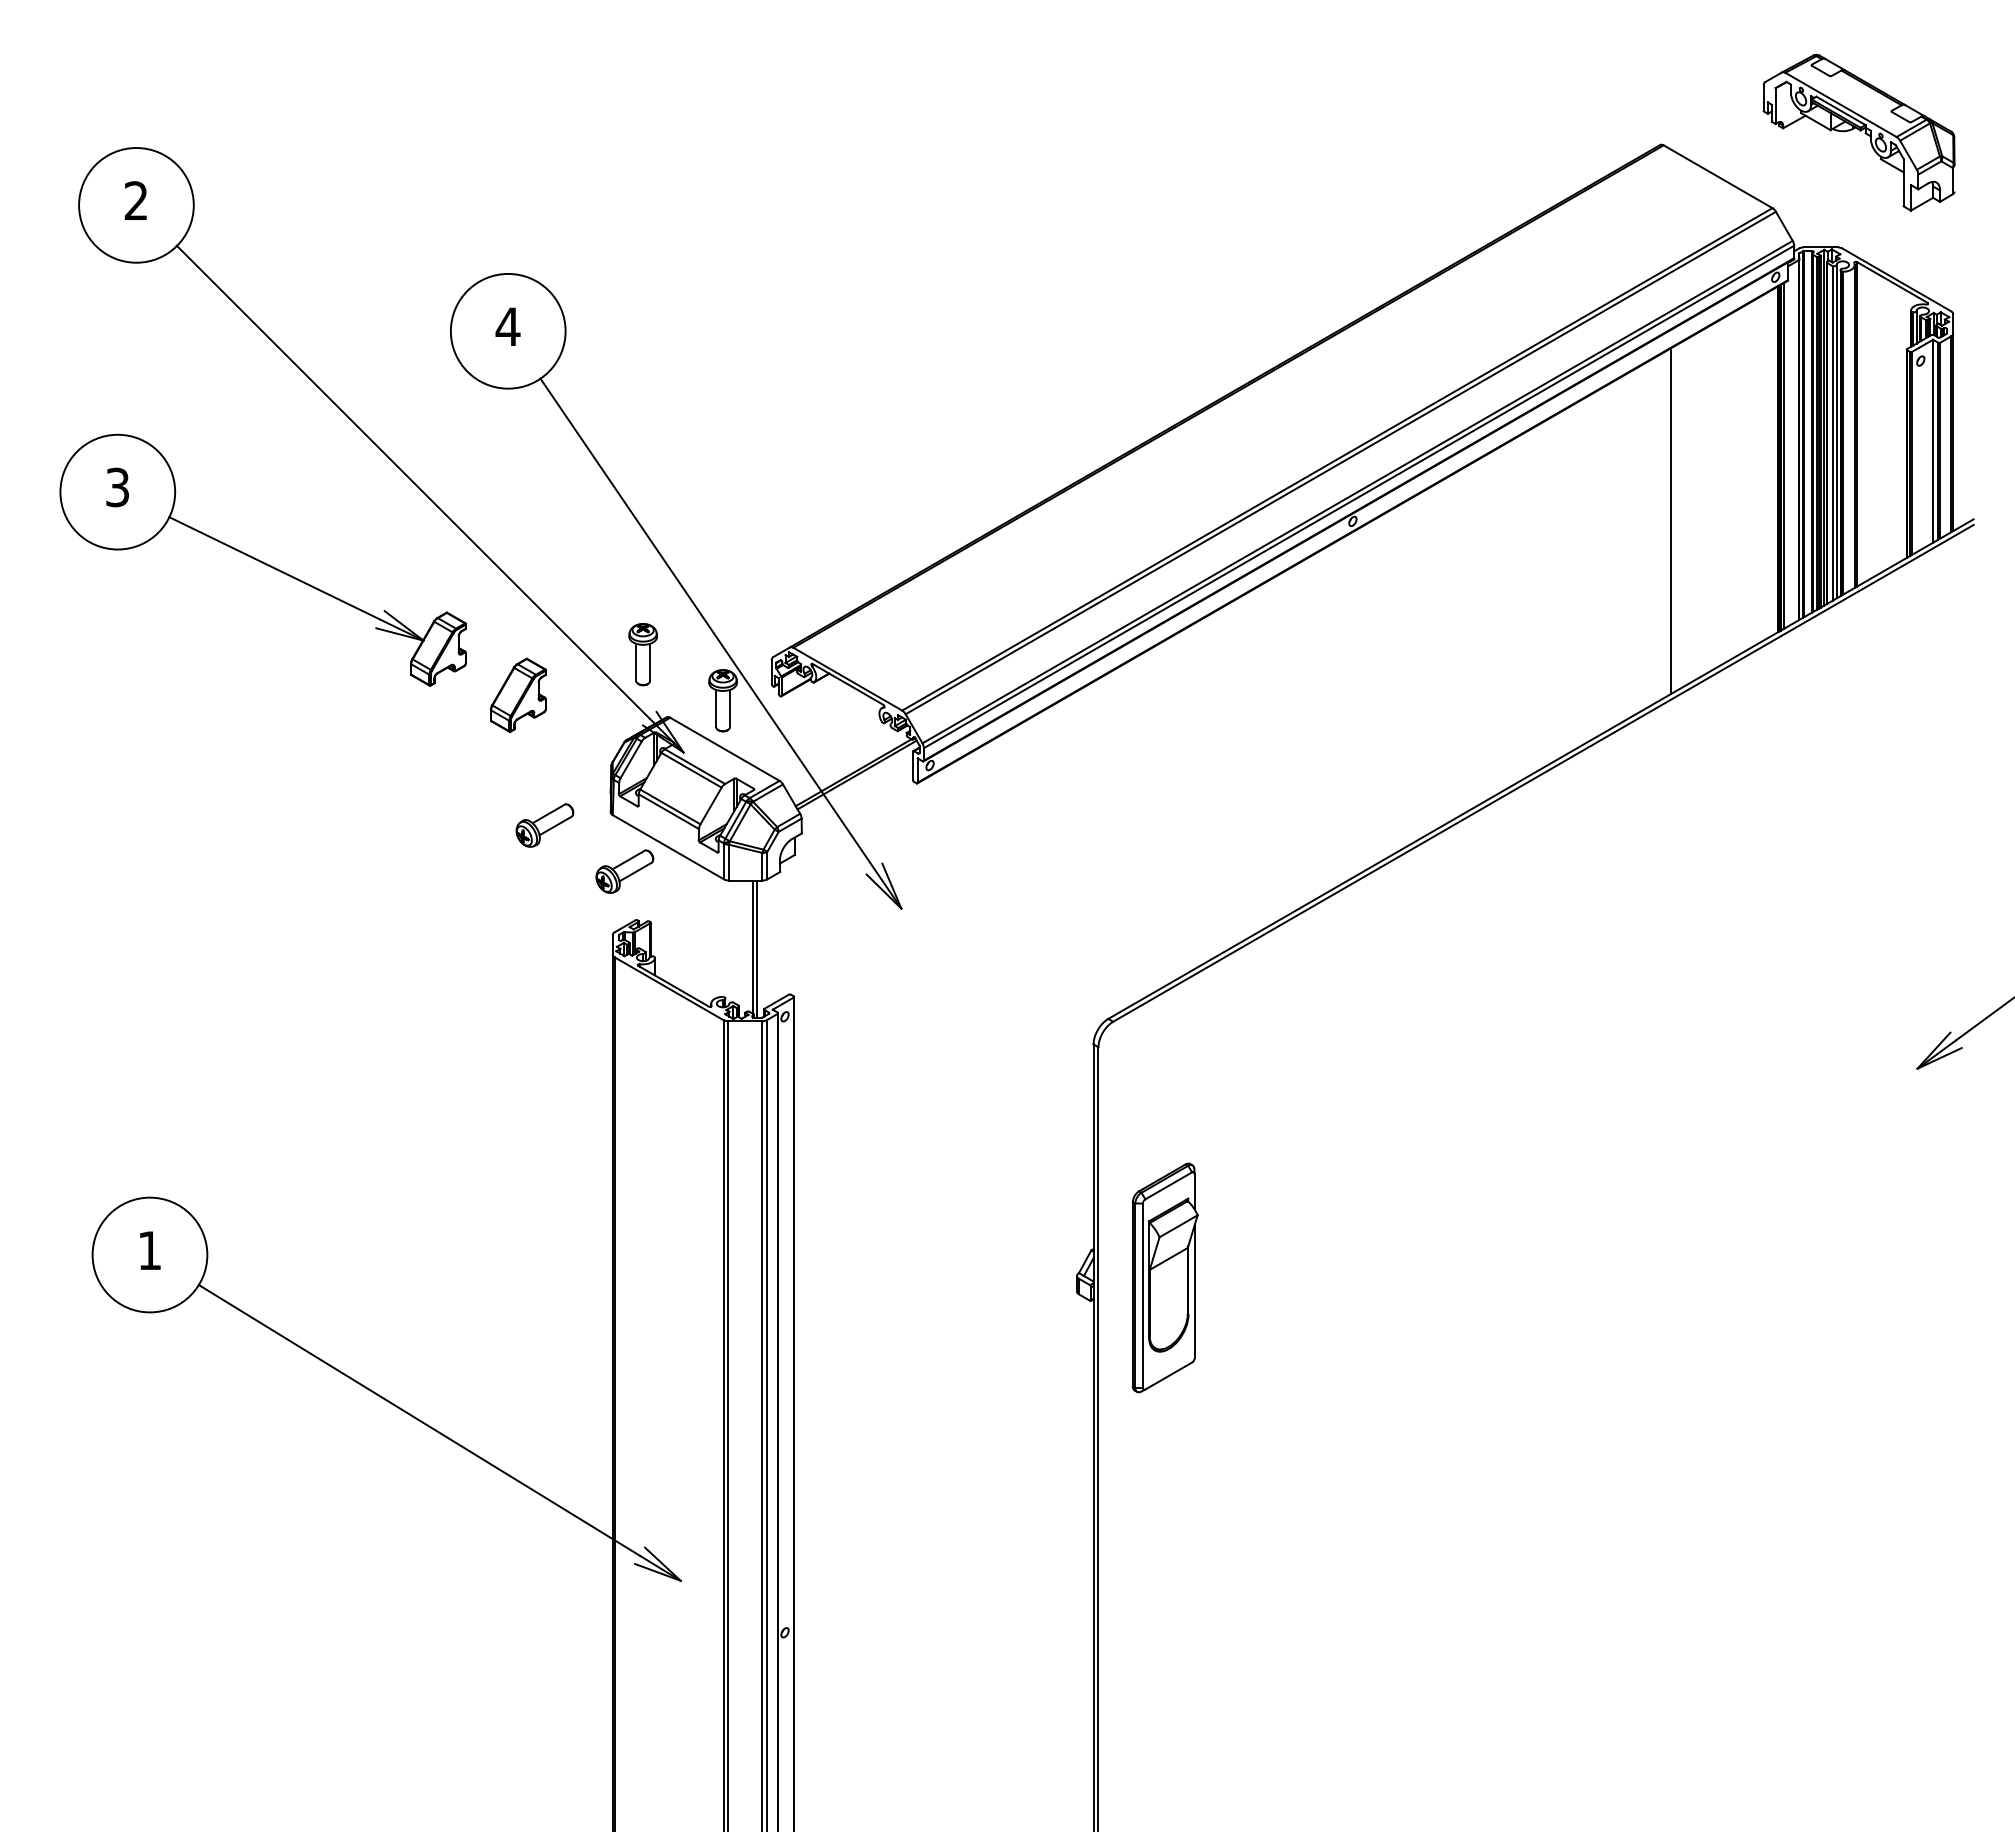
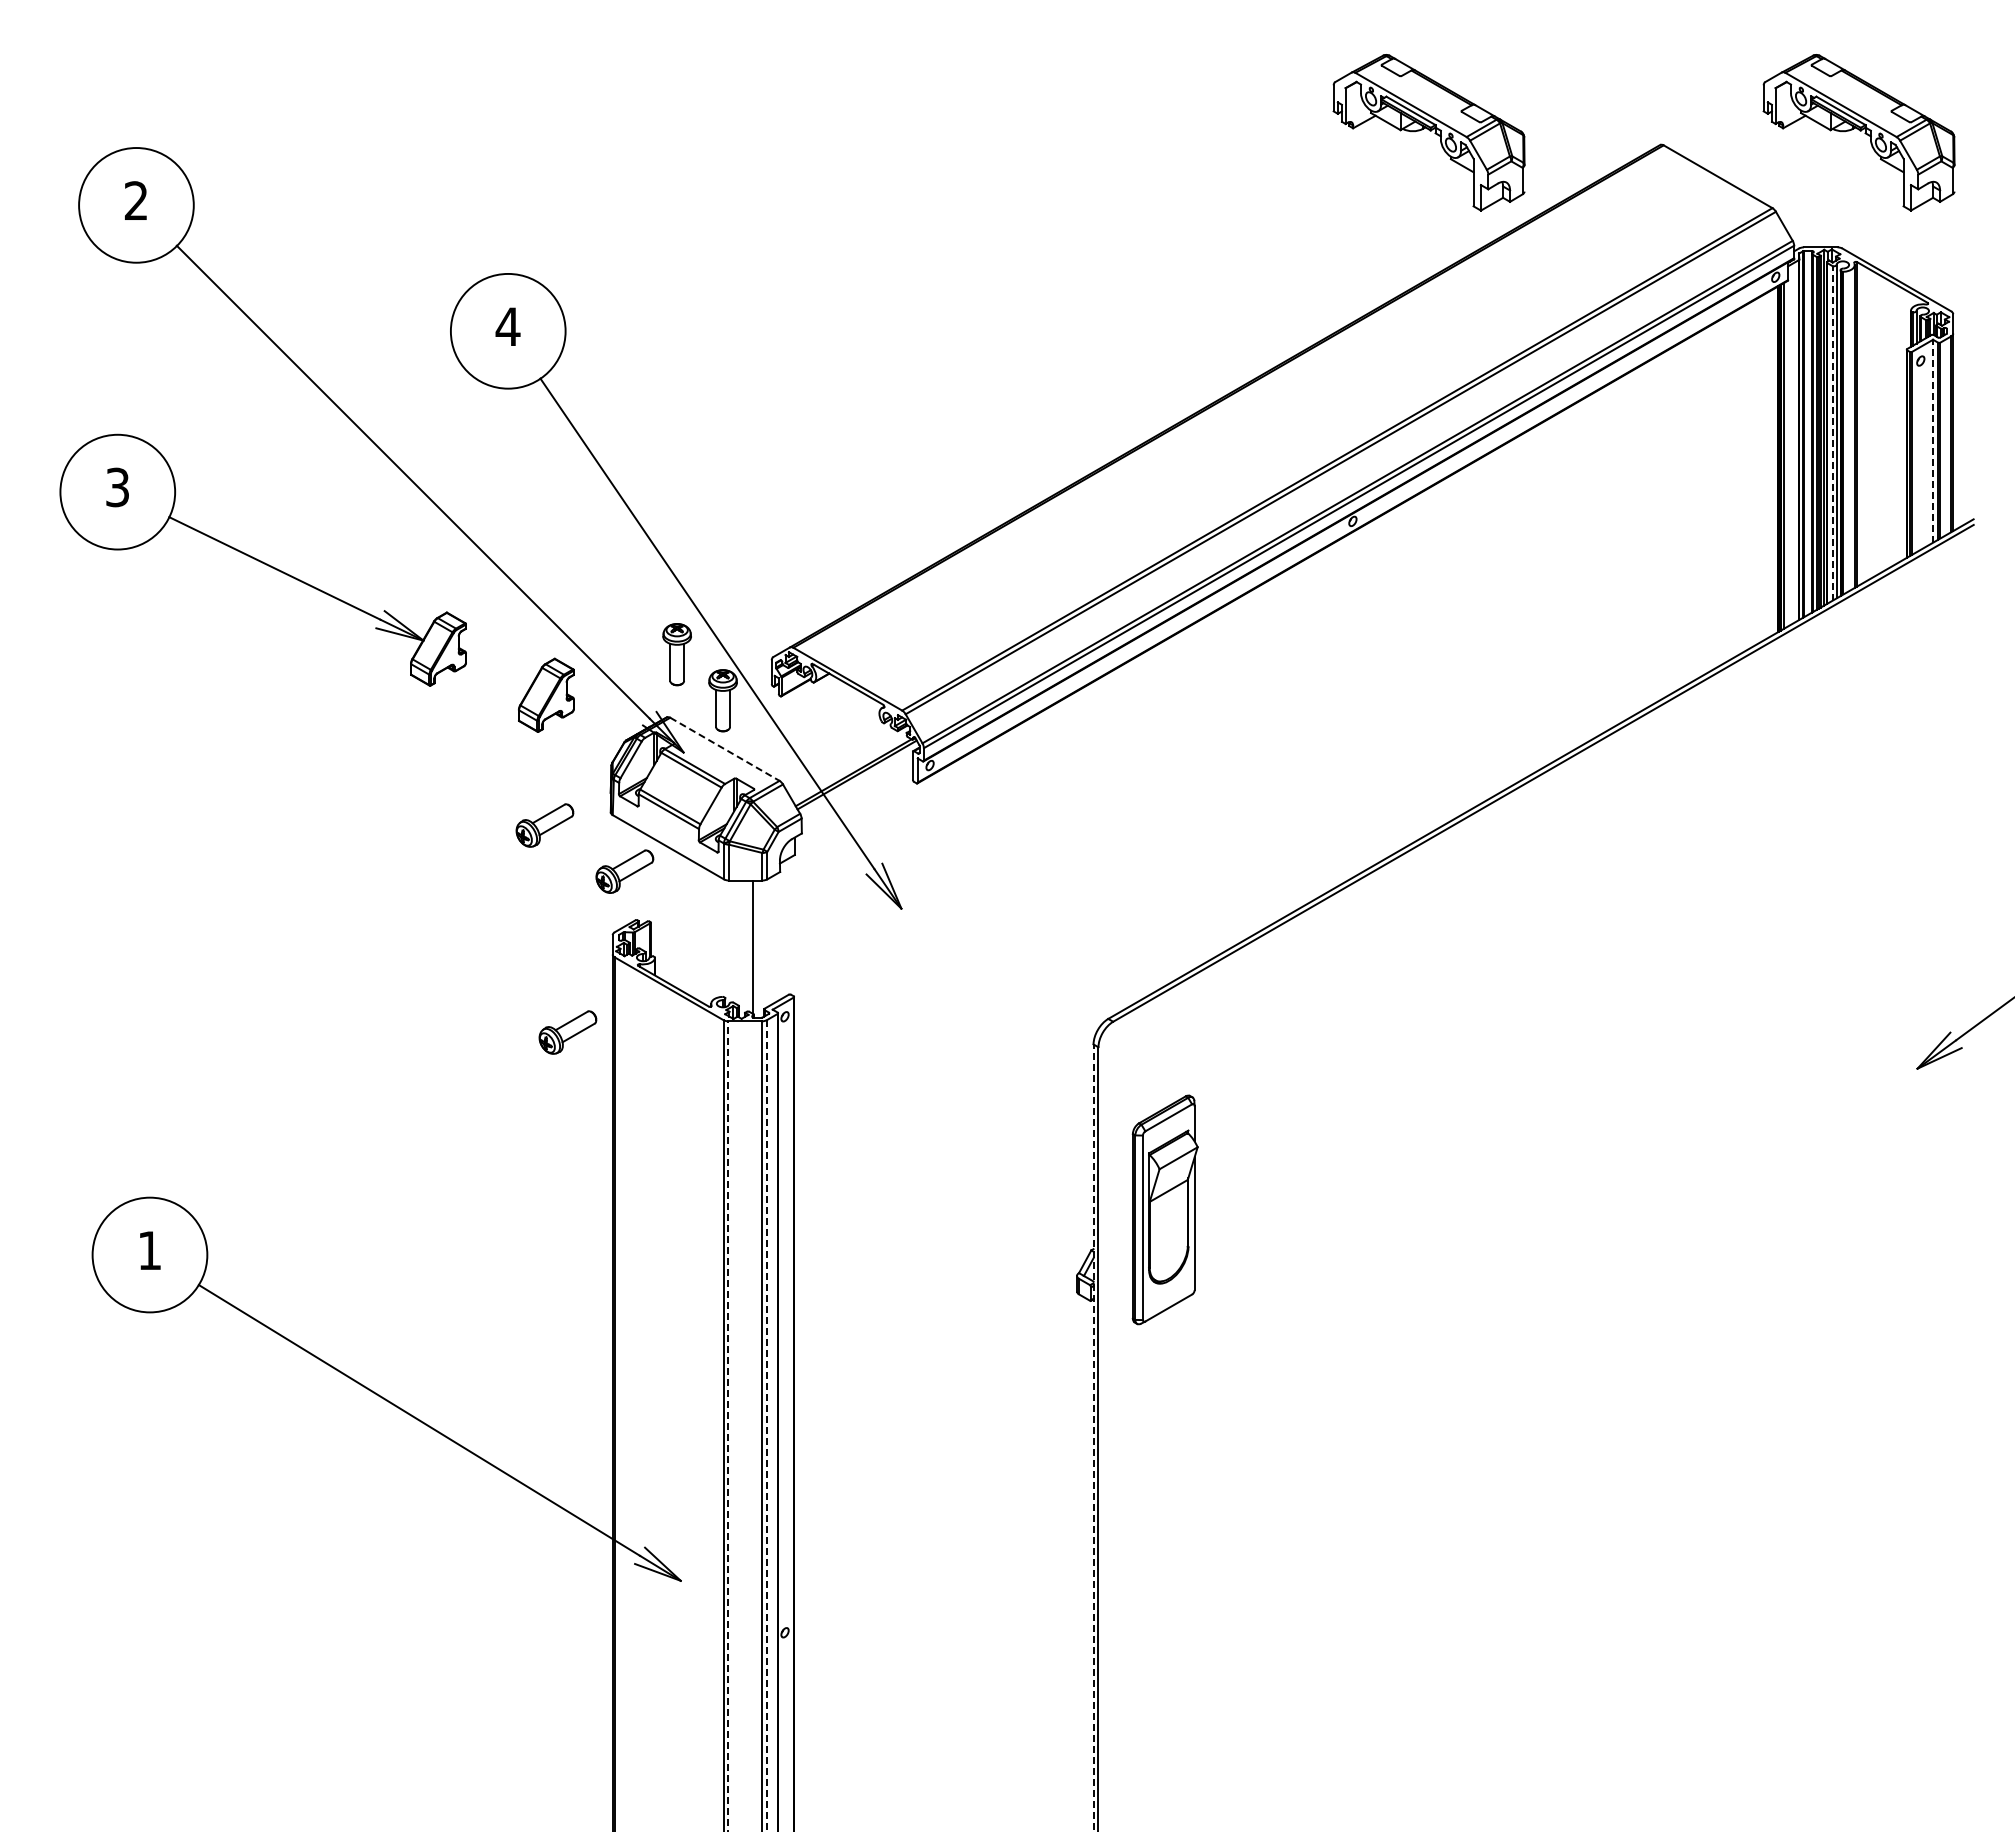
part at (1428, 132): none -> present
line at (1832, 432): solid -> dashed
line at (1933, 440): solid -> dashed
line at (1671, 521): present -> none
part at (642, 654) position: (642, 654) -> (676, 654)
part at (518, 694) position: (518, 694) -> (546, 694)
line at (725, 749): solid -> dashed
line at (756, 948): present -> none
part at (567, 1032): none -> present
part at (1164, 1277) position: (1164, 1277) -> (1164, 1209)
line at (728, 1426): solid -> dashed
line at (766, 1426): solid -> dashed
line at (1093, 1437): solid -> dashed
